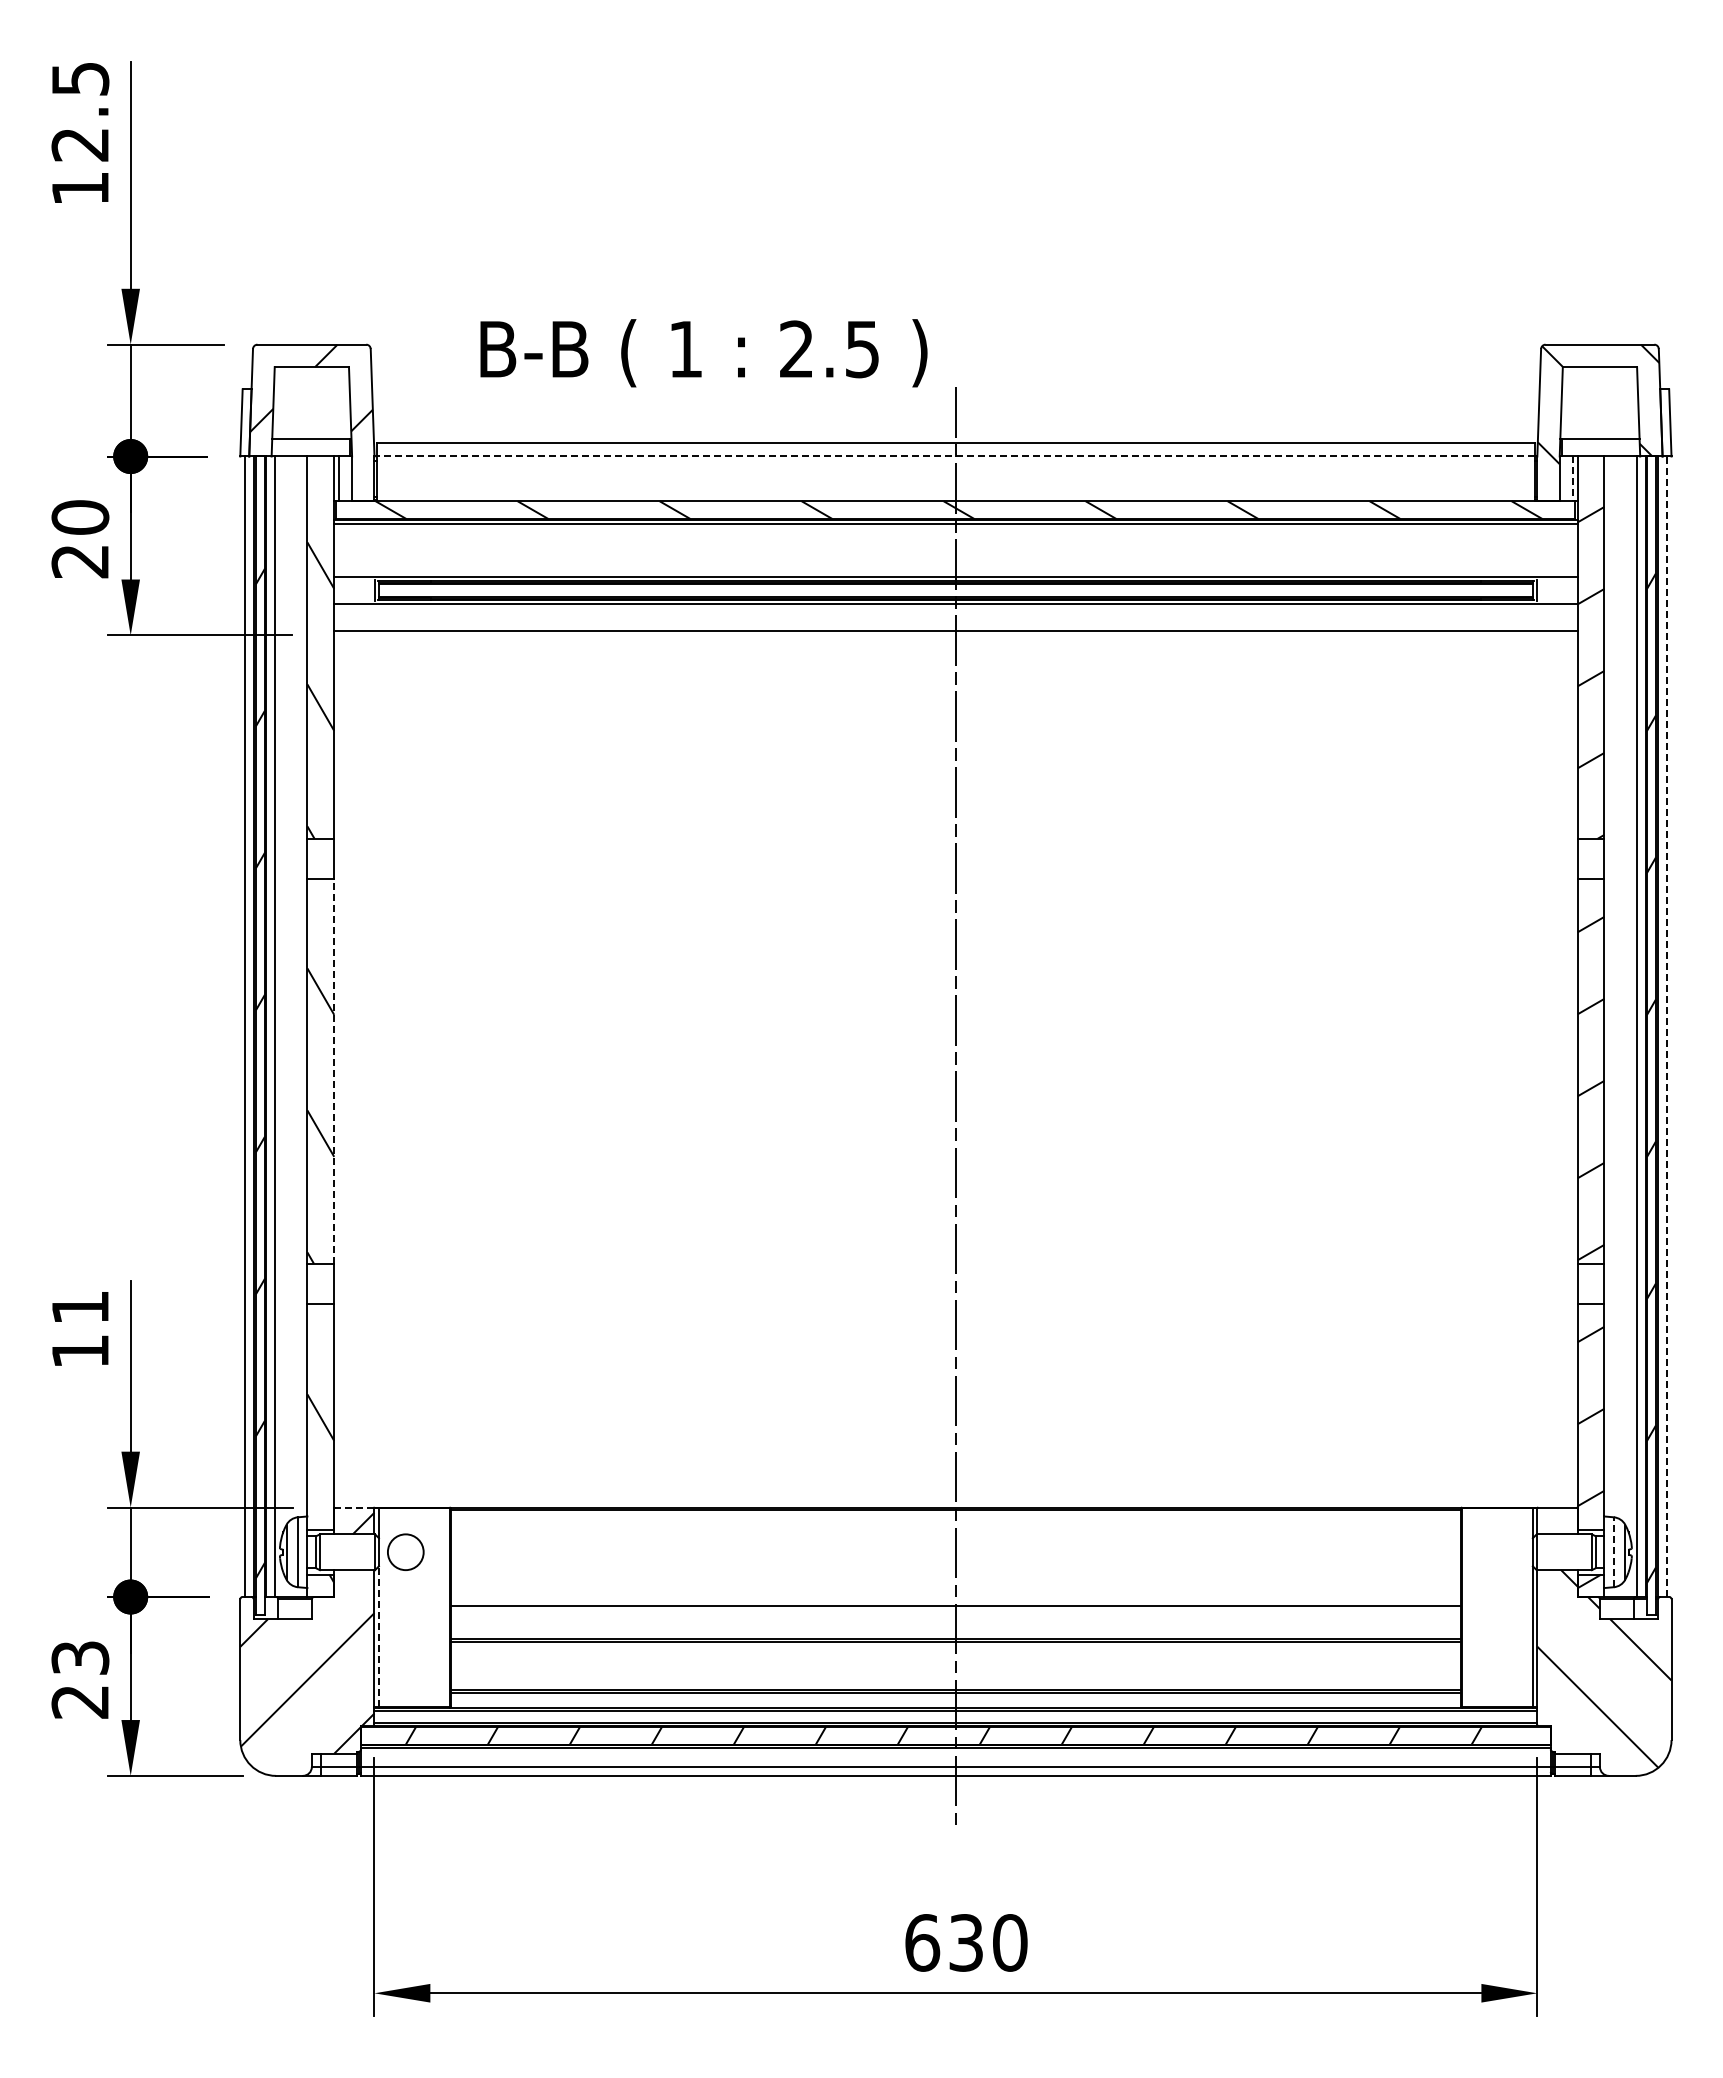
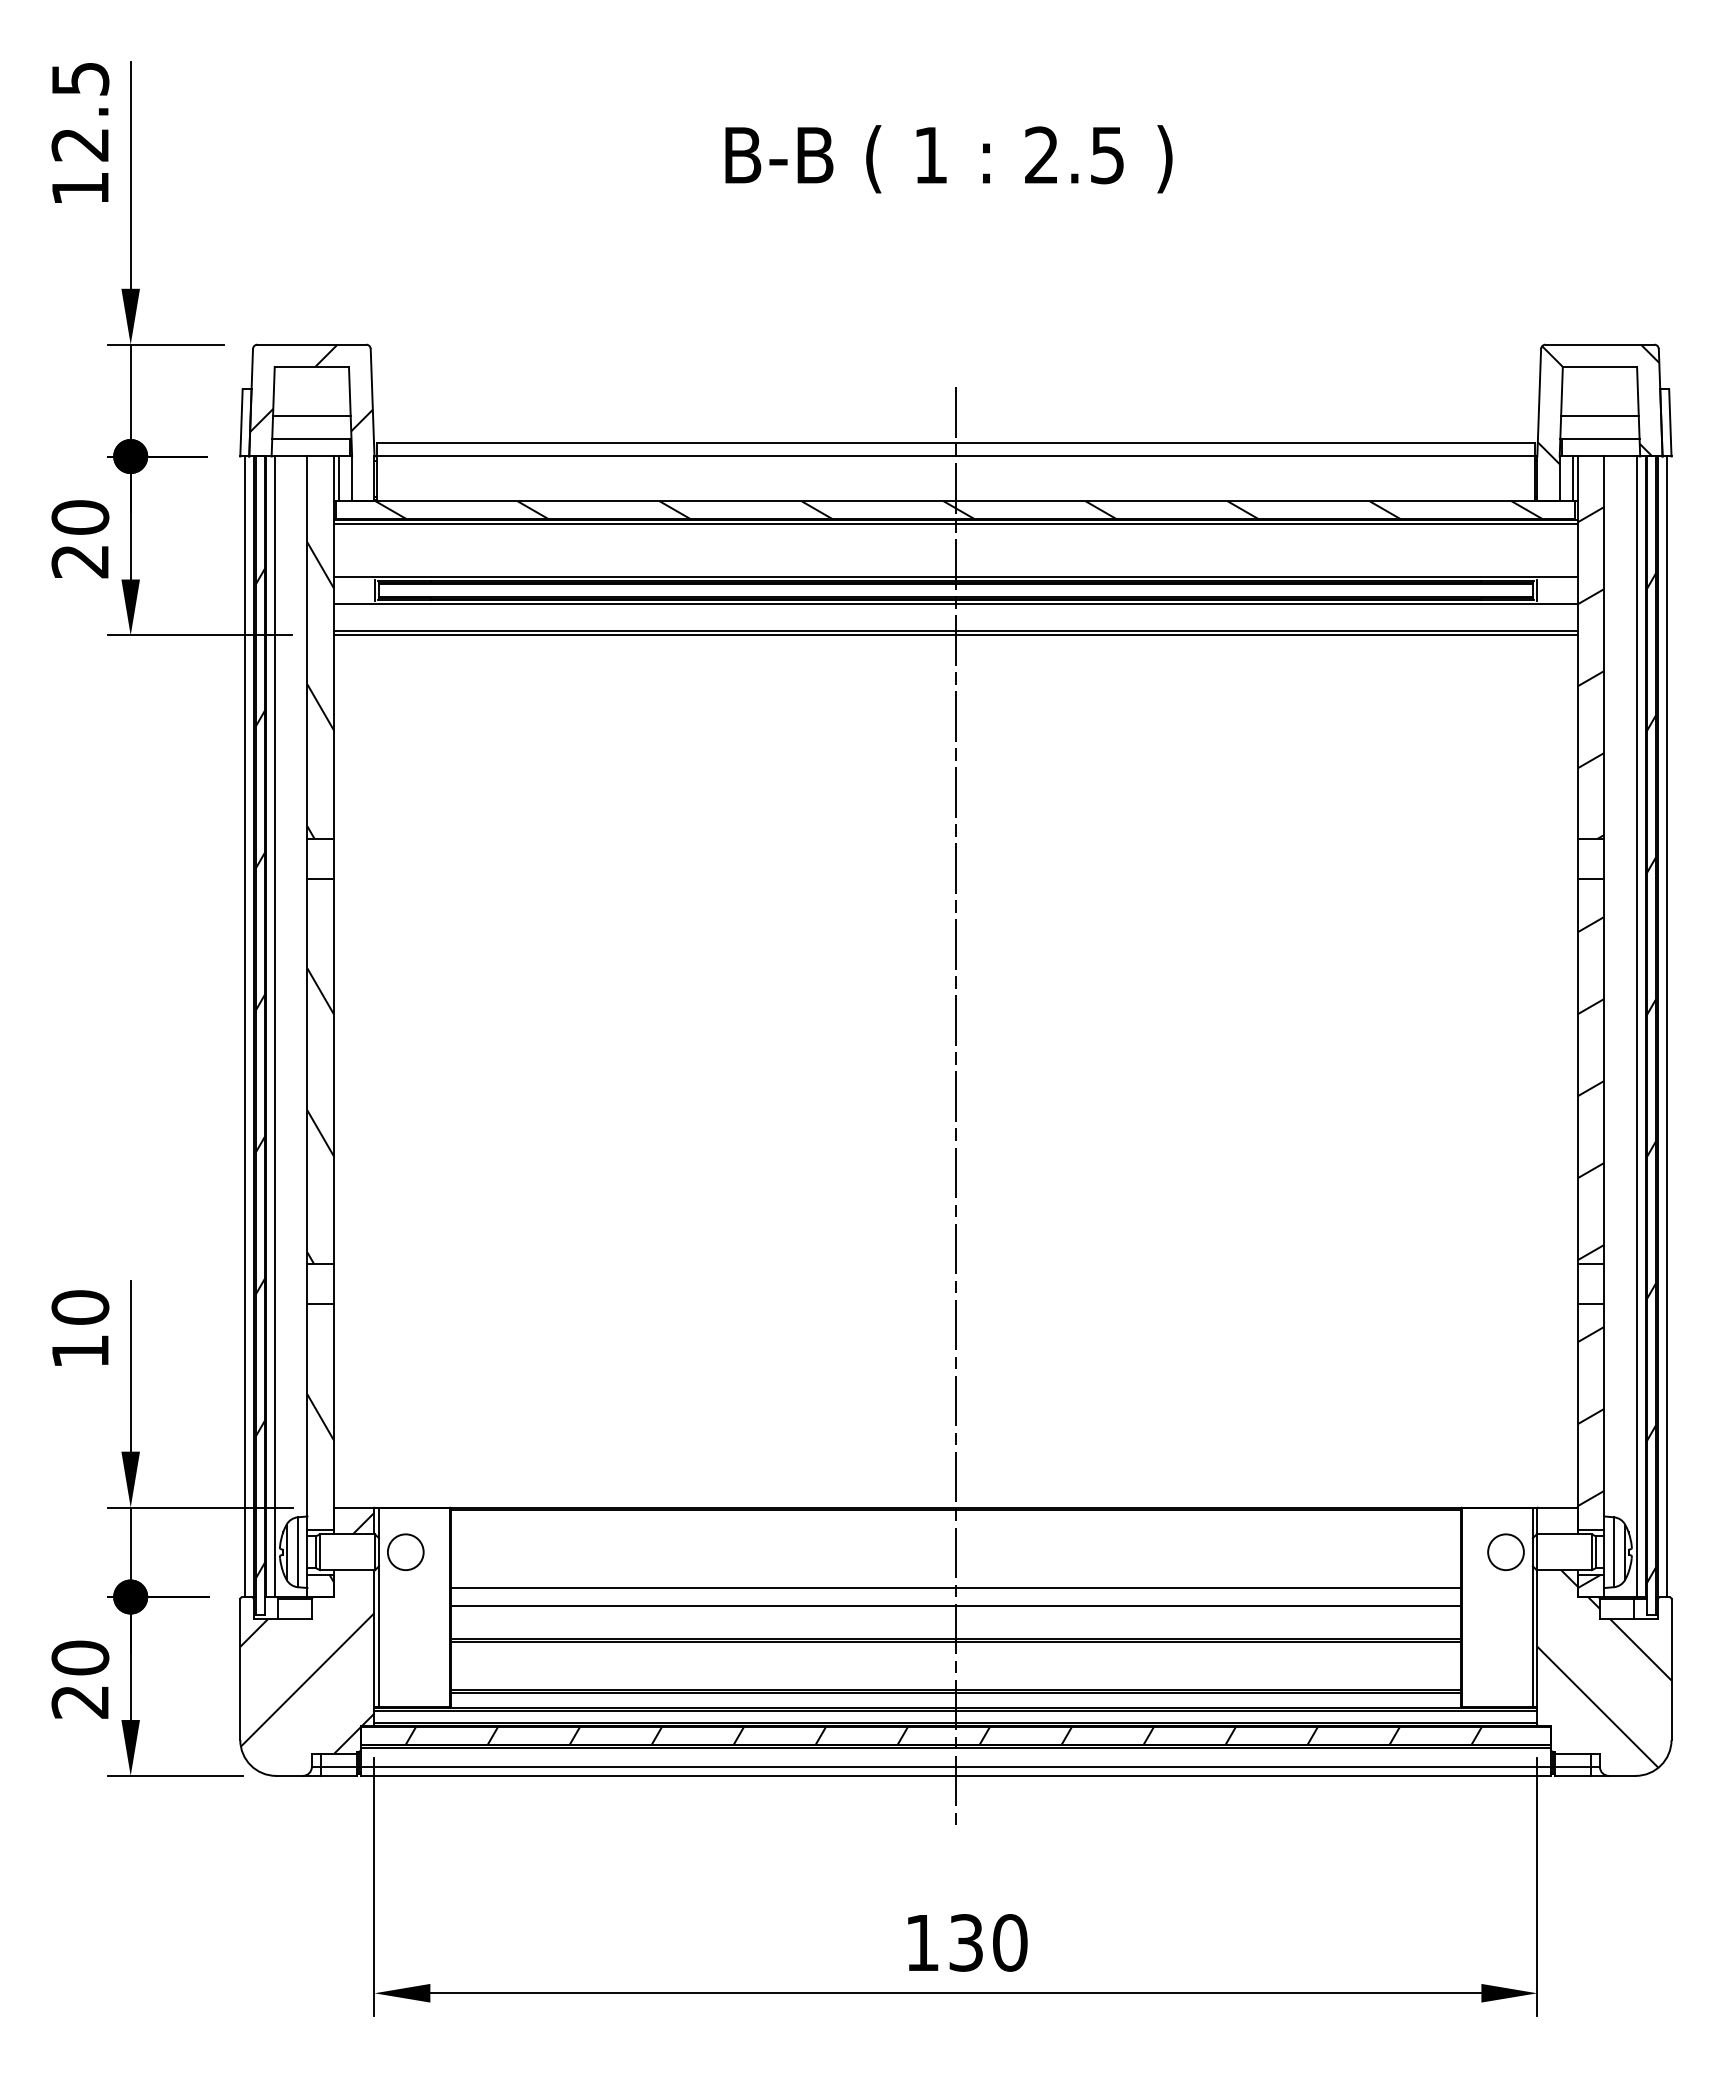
text at (703, 353) position: (703, 353) -> (948, 159)
line at (311, 416): none -> present
line at (1599, 416): none -> present
line at (955, 456): dashed -> solid
line at (1573, 479): dashed -> solid
line at (955, 635): none -> present
line at (1667, 1026): dashed -> solid
line at (334, 1070): dashed -> solid
text at (80, 1307): 11 -> 10
line at (353, 1507): dashed -> solid
circle at (1505, 1551): none -> present
line at (1613, 1552): dashed -> solid
line at (955, 1588): none -> present
line at (378, 1636): dashed -> solid
text at (80, 1657): 23 -> 20
text at (922, 1942): 630 -> 130
